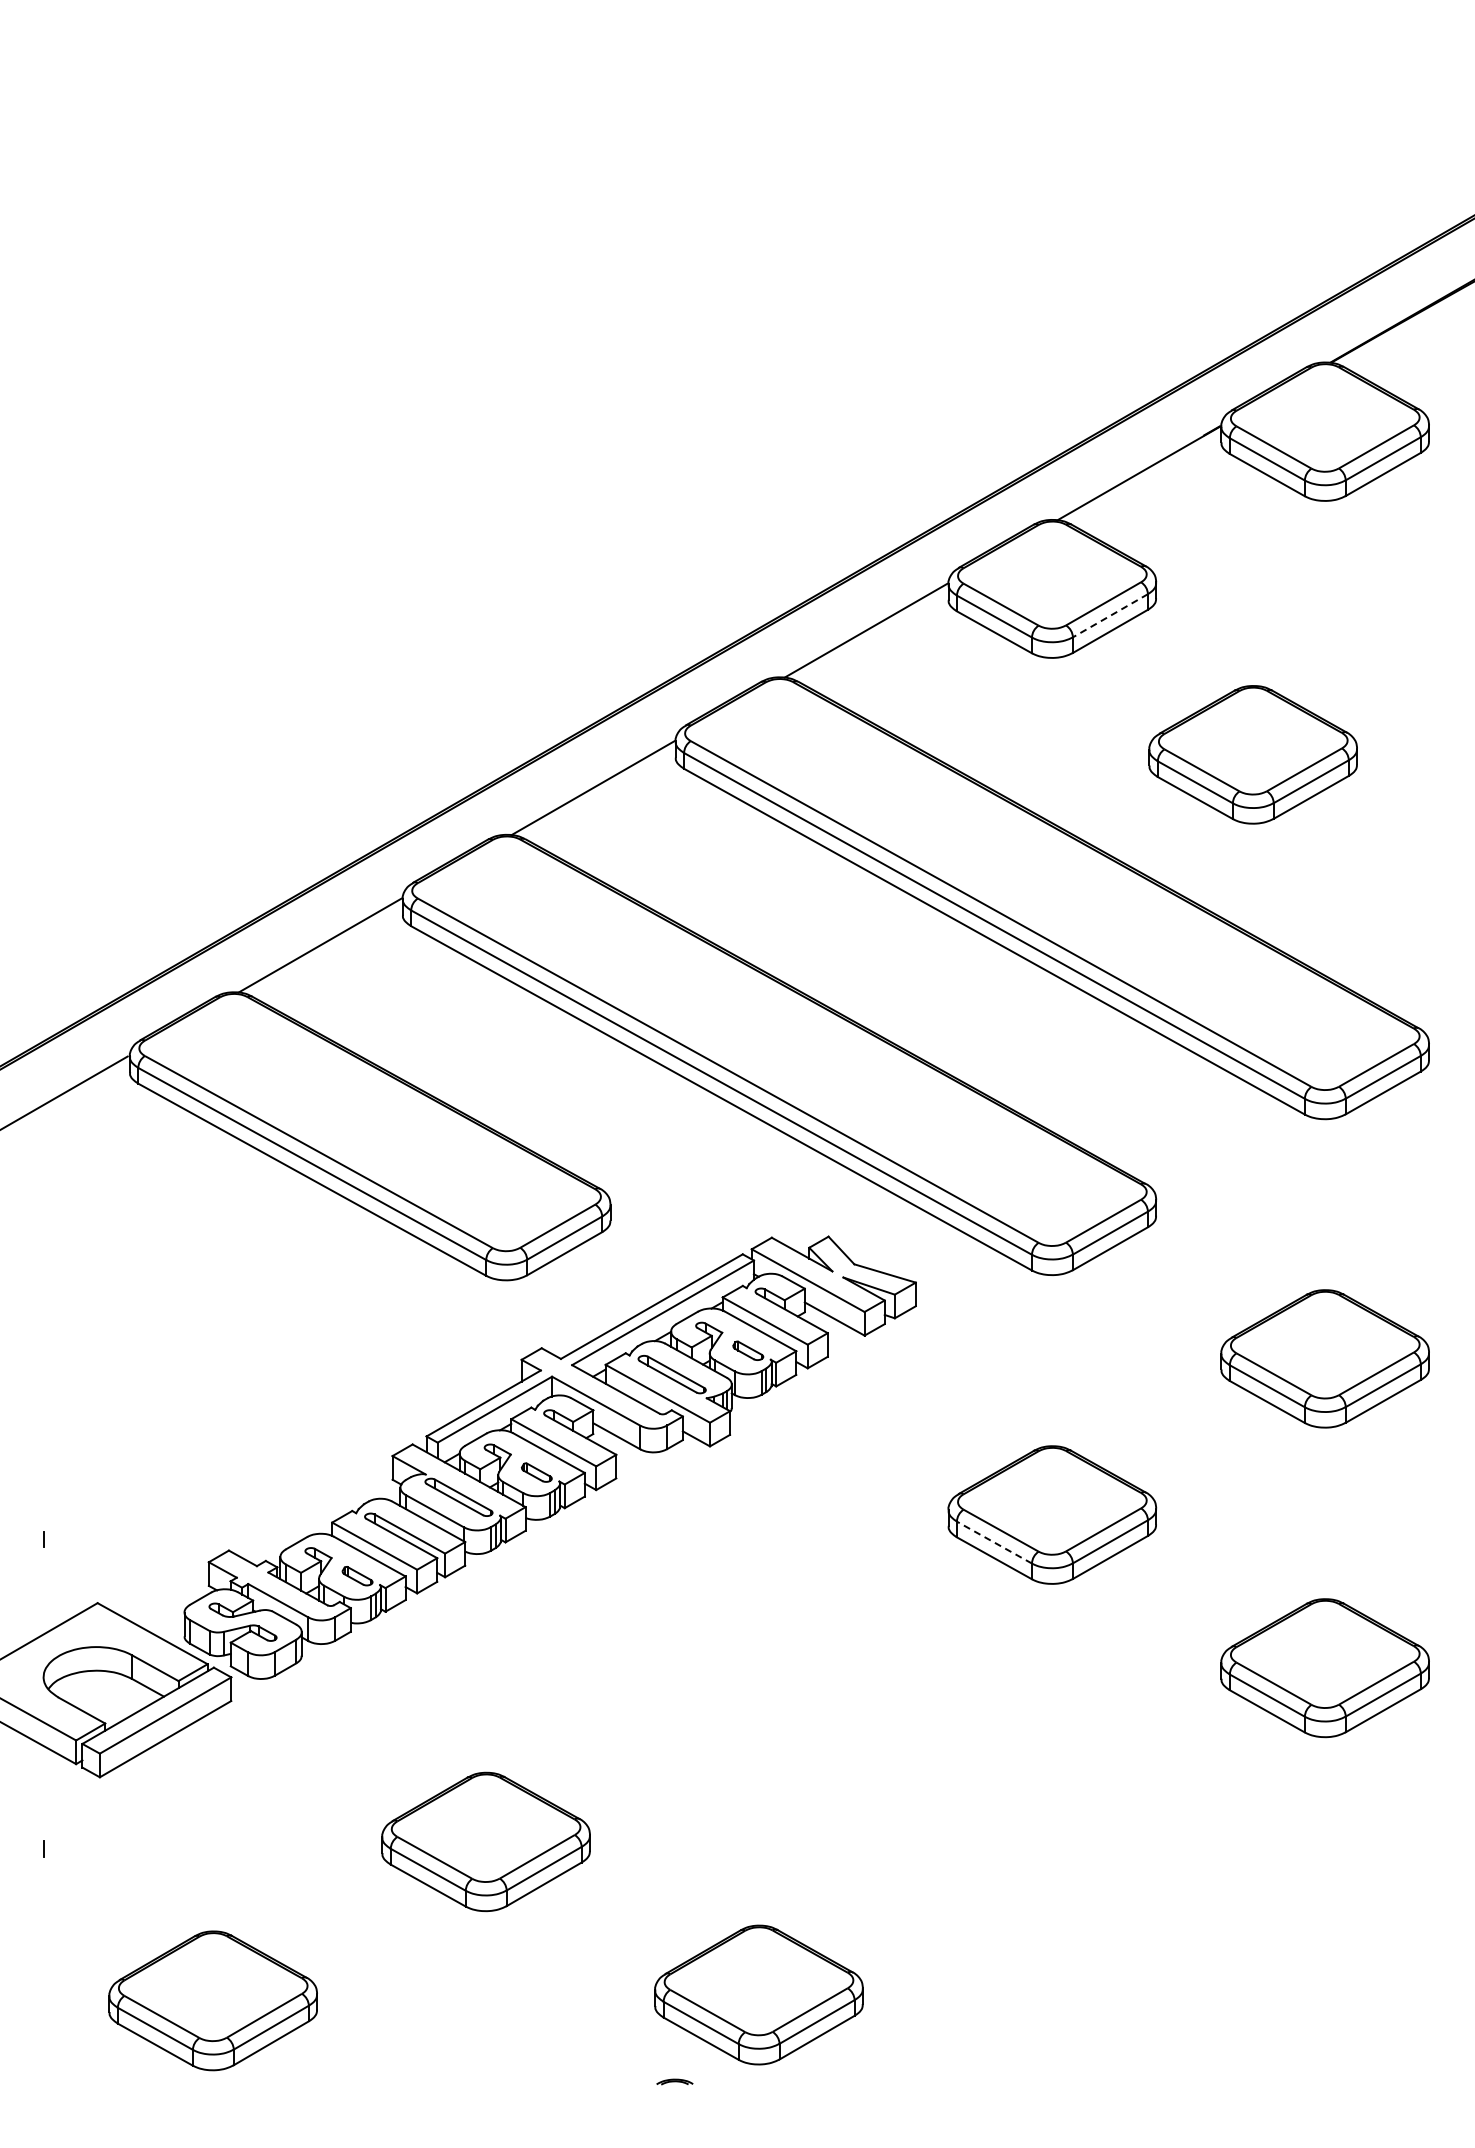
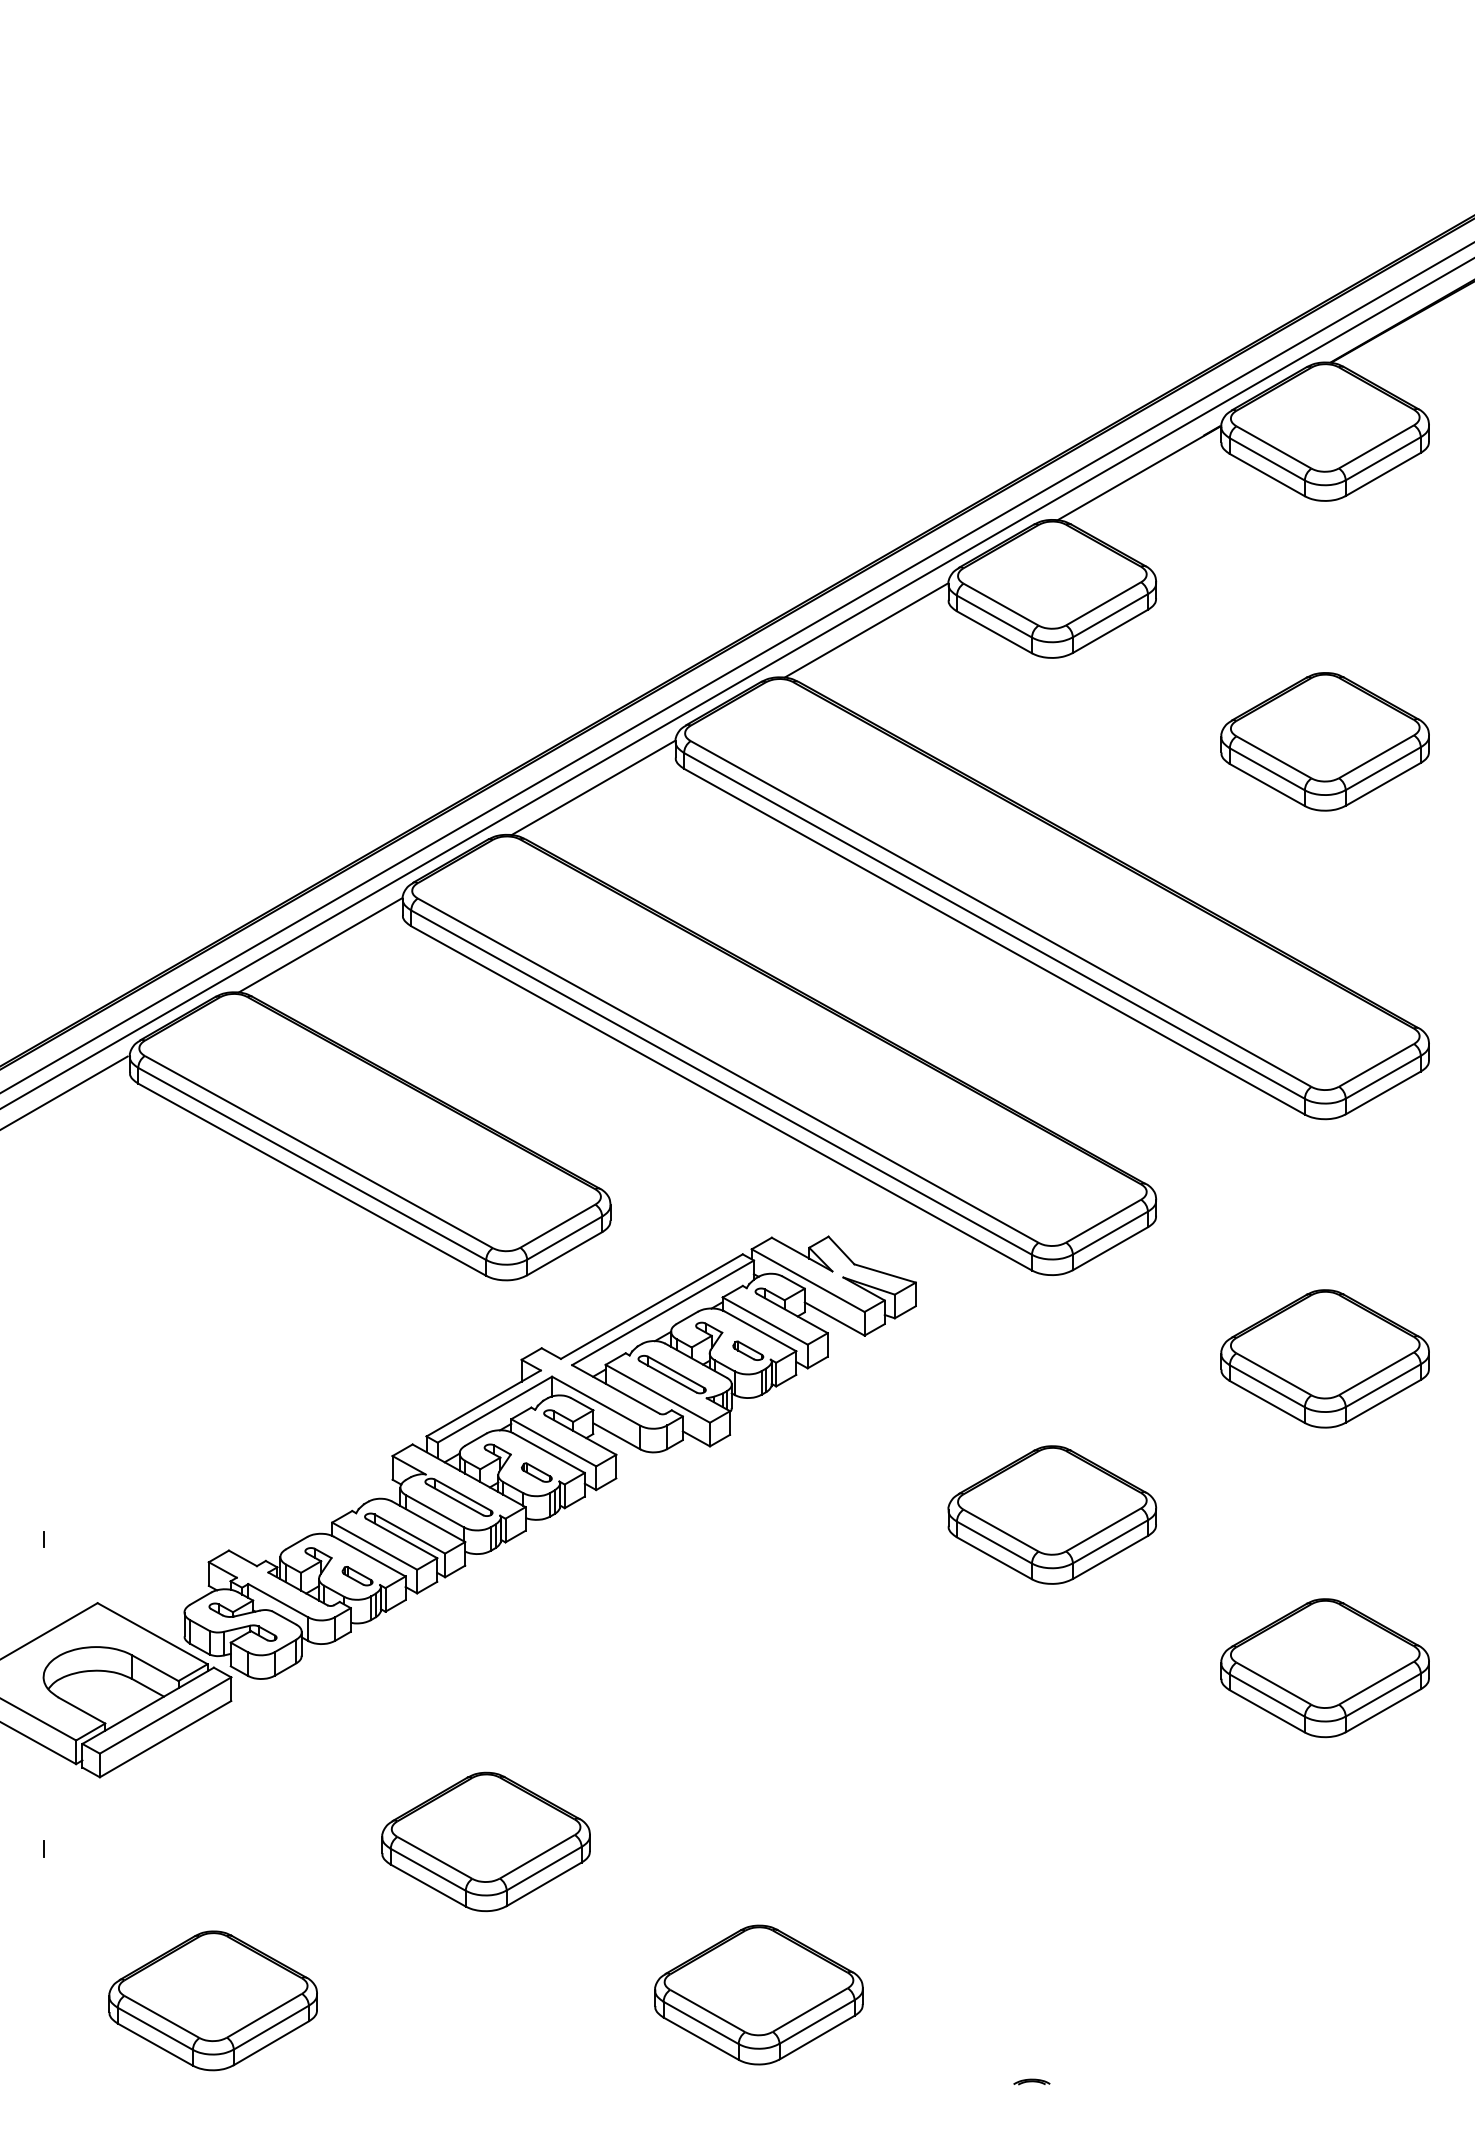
line at (1110, 616): dashed -> solid
line at (736, 667): none -> present
line at (736, 683): none -> present
part at (1252, 754) position: (1252, 754) -> (1324, 741)
line at (994, 1542): dashed -> solid
part at (674, 2081) position: (674, 2081) -> (1031, 2081)
